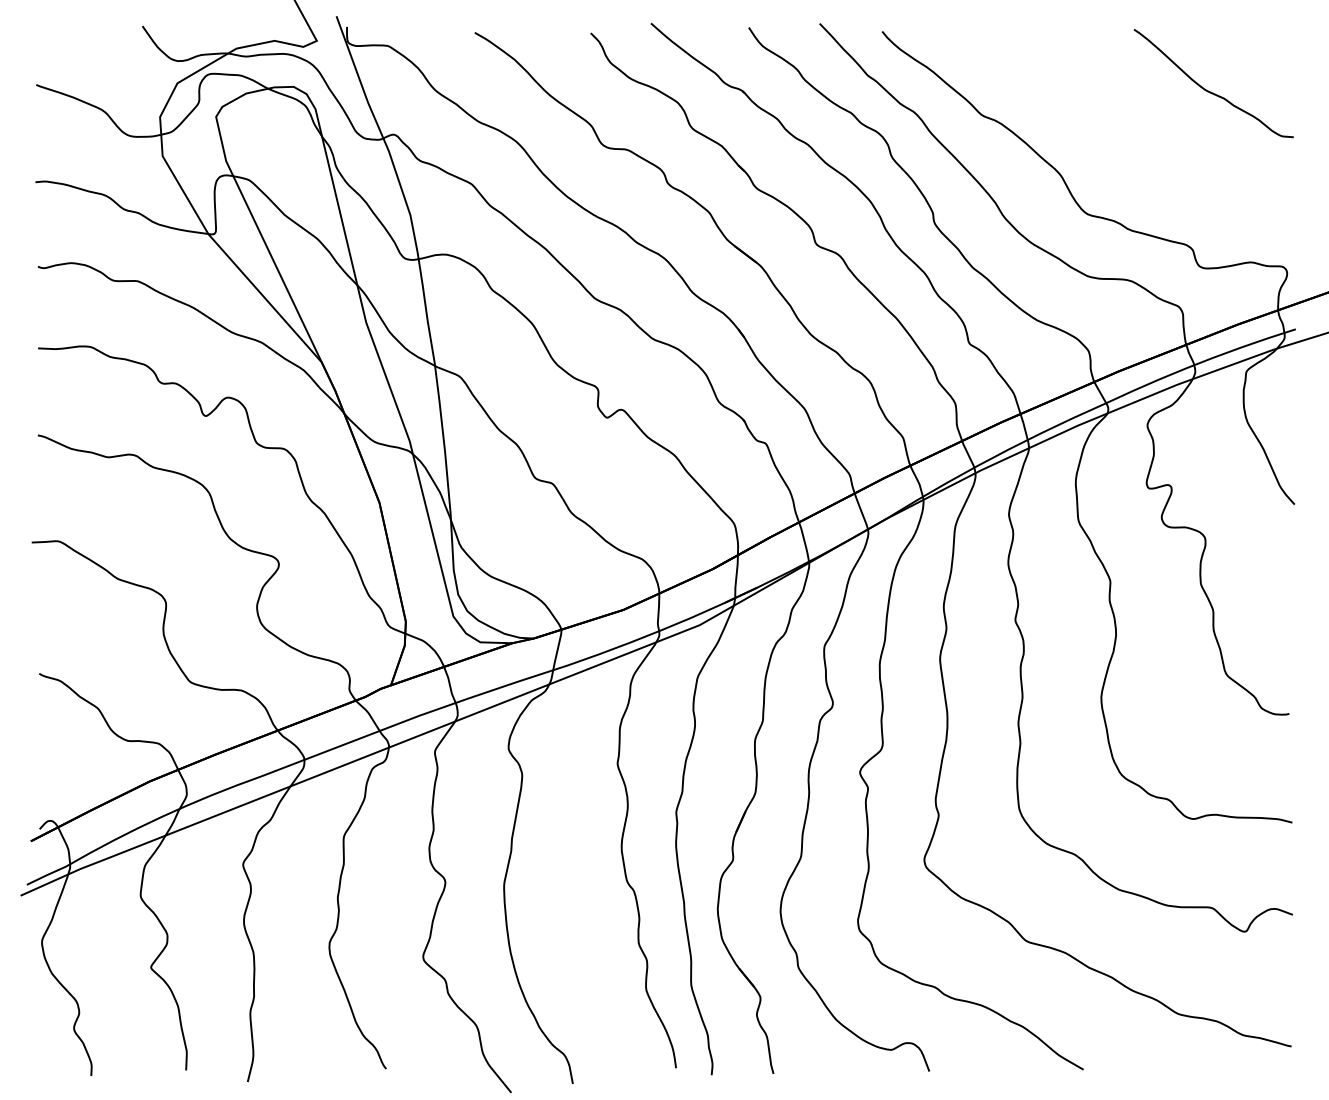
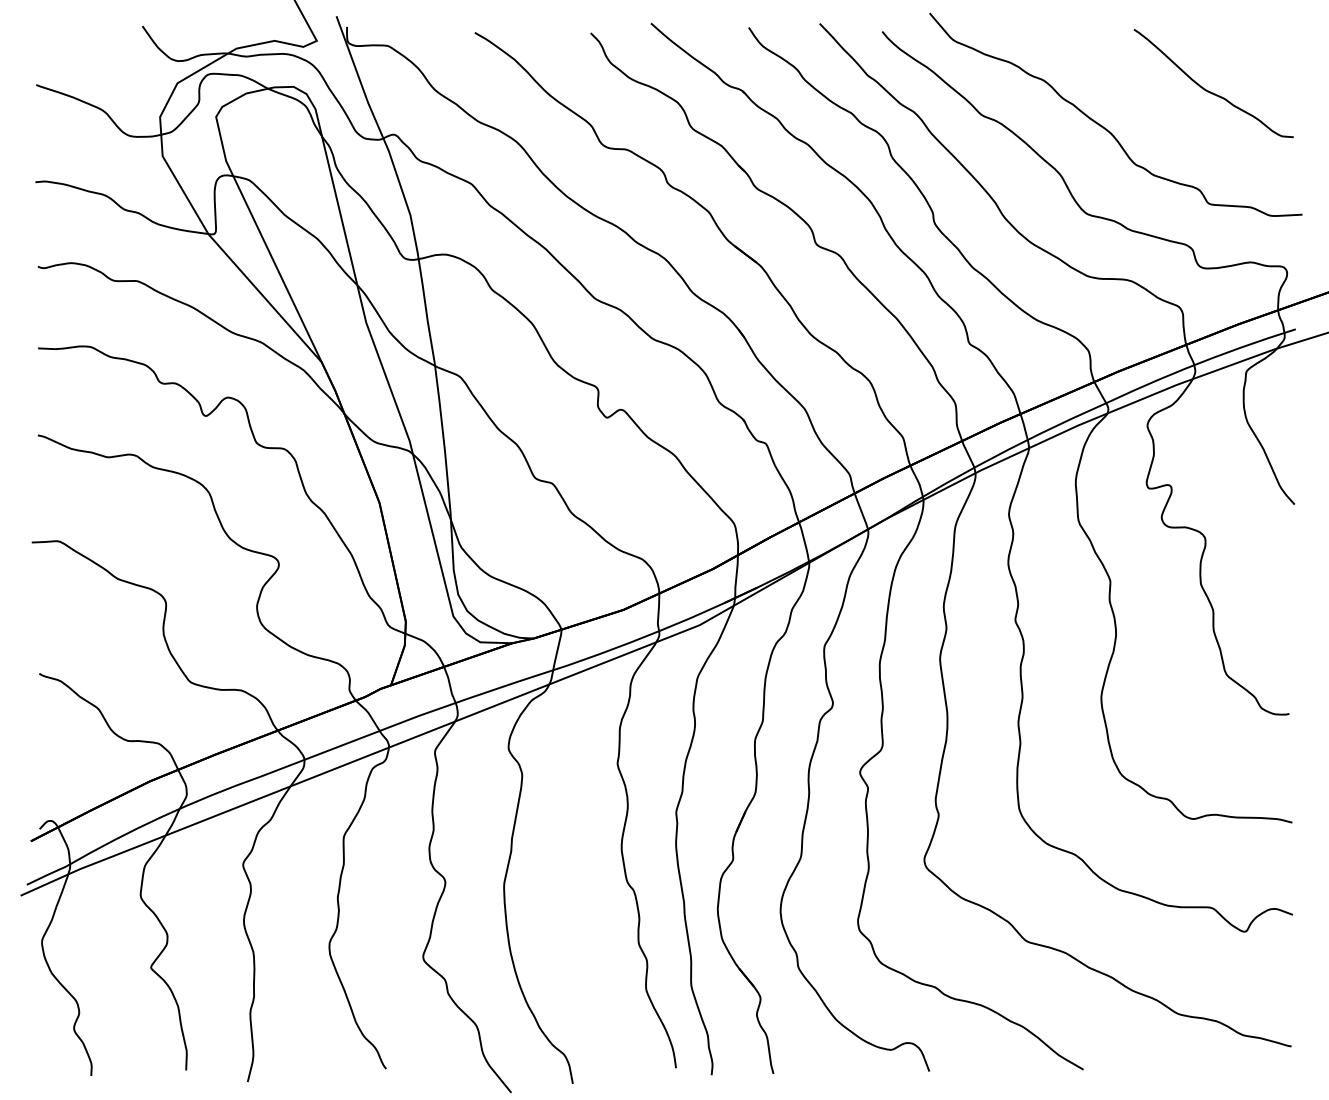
curve at (1105, 127): none -> present
